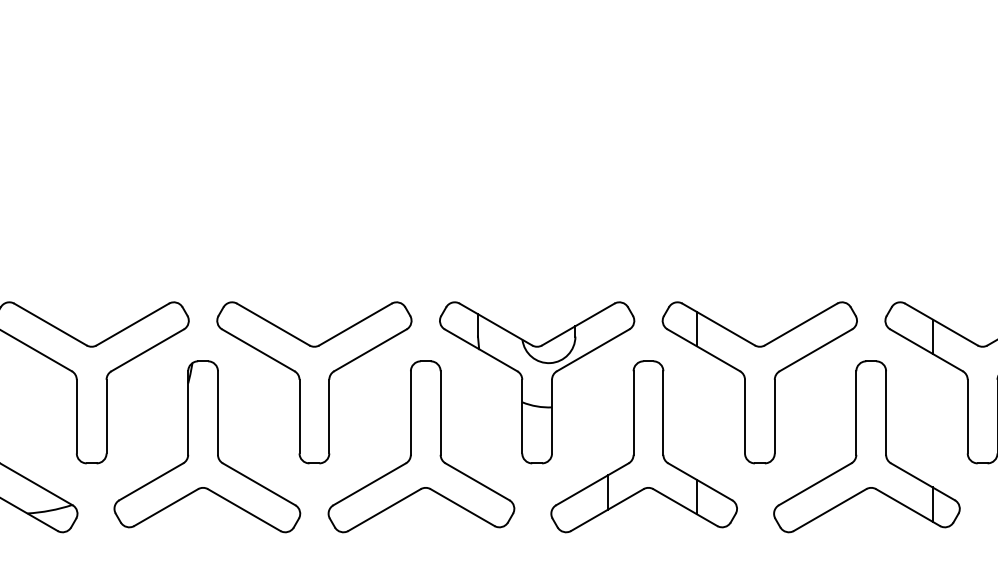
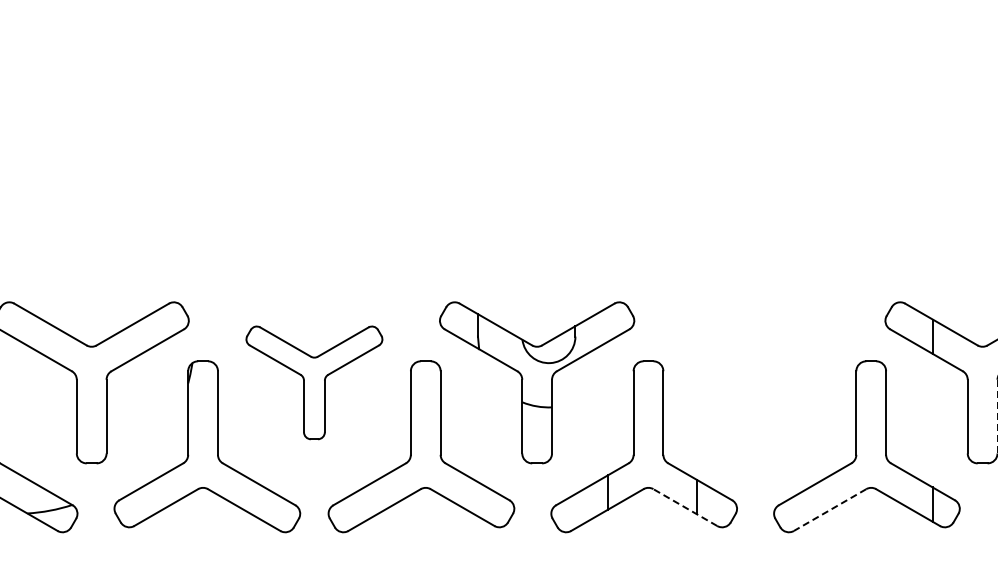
part at (314, 382) size: 197x164 px -> 139x116 px
part at (759, 382): present -> none
line at (997, 416): solid -> dashed
line at (685, 507): solid -> dashed
line at (830, 510): solid -> dashed
